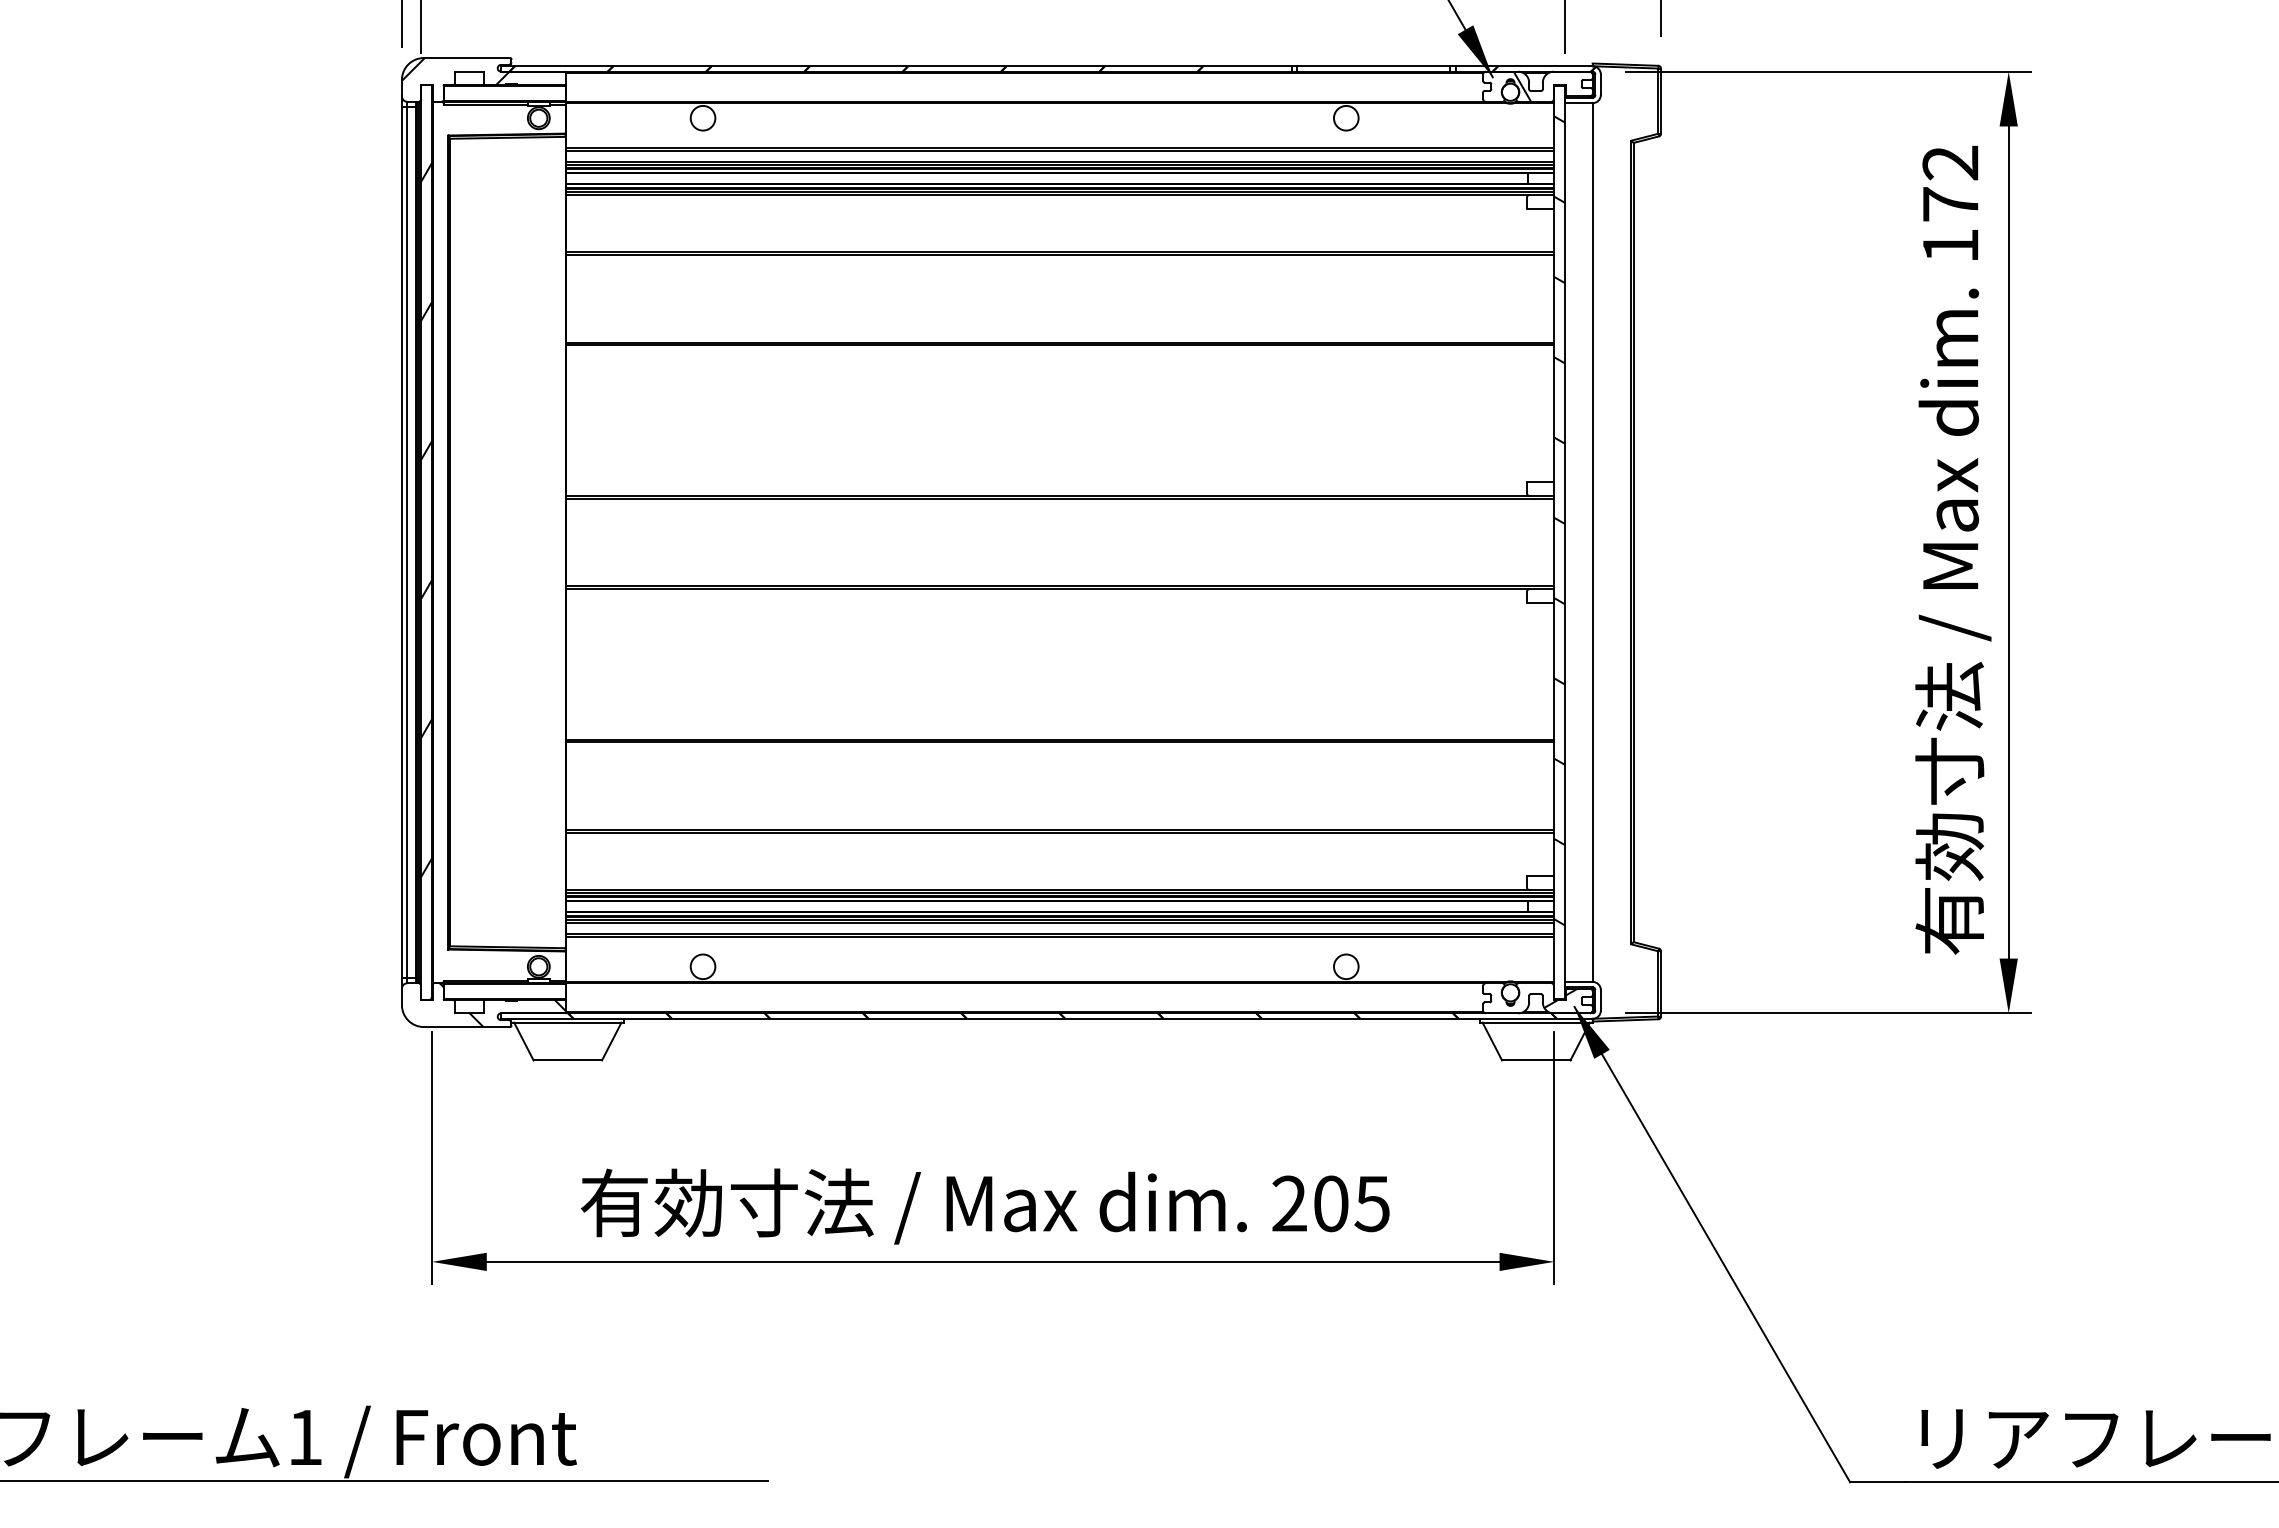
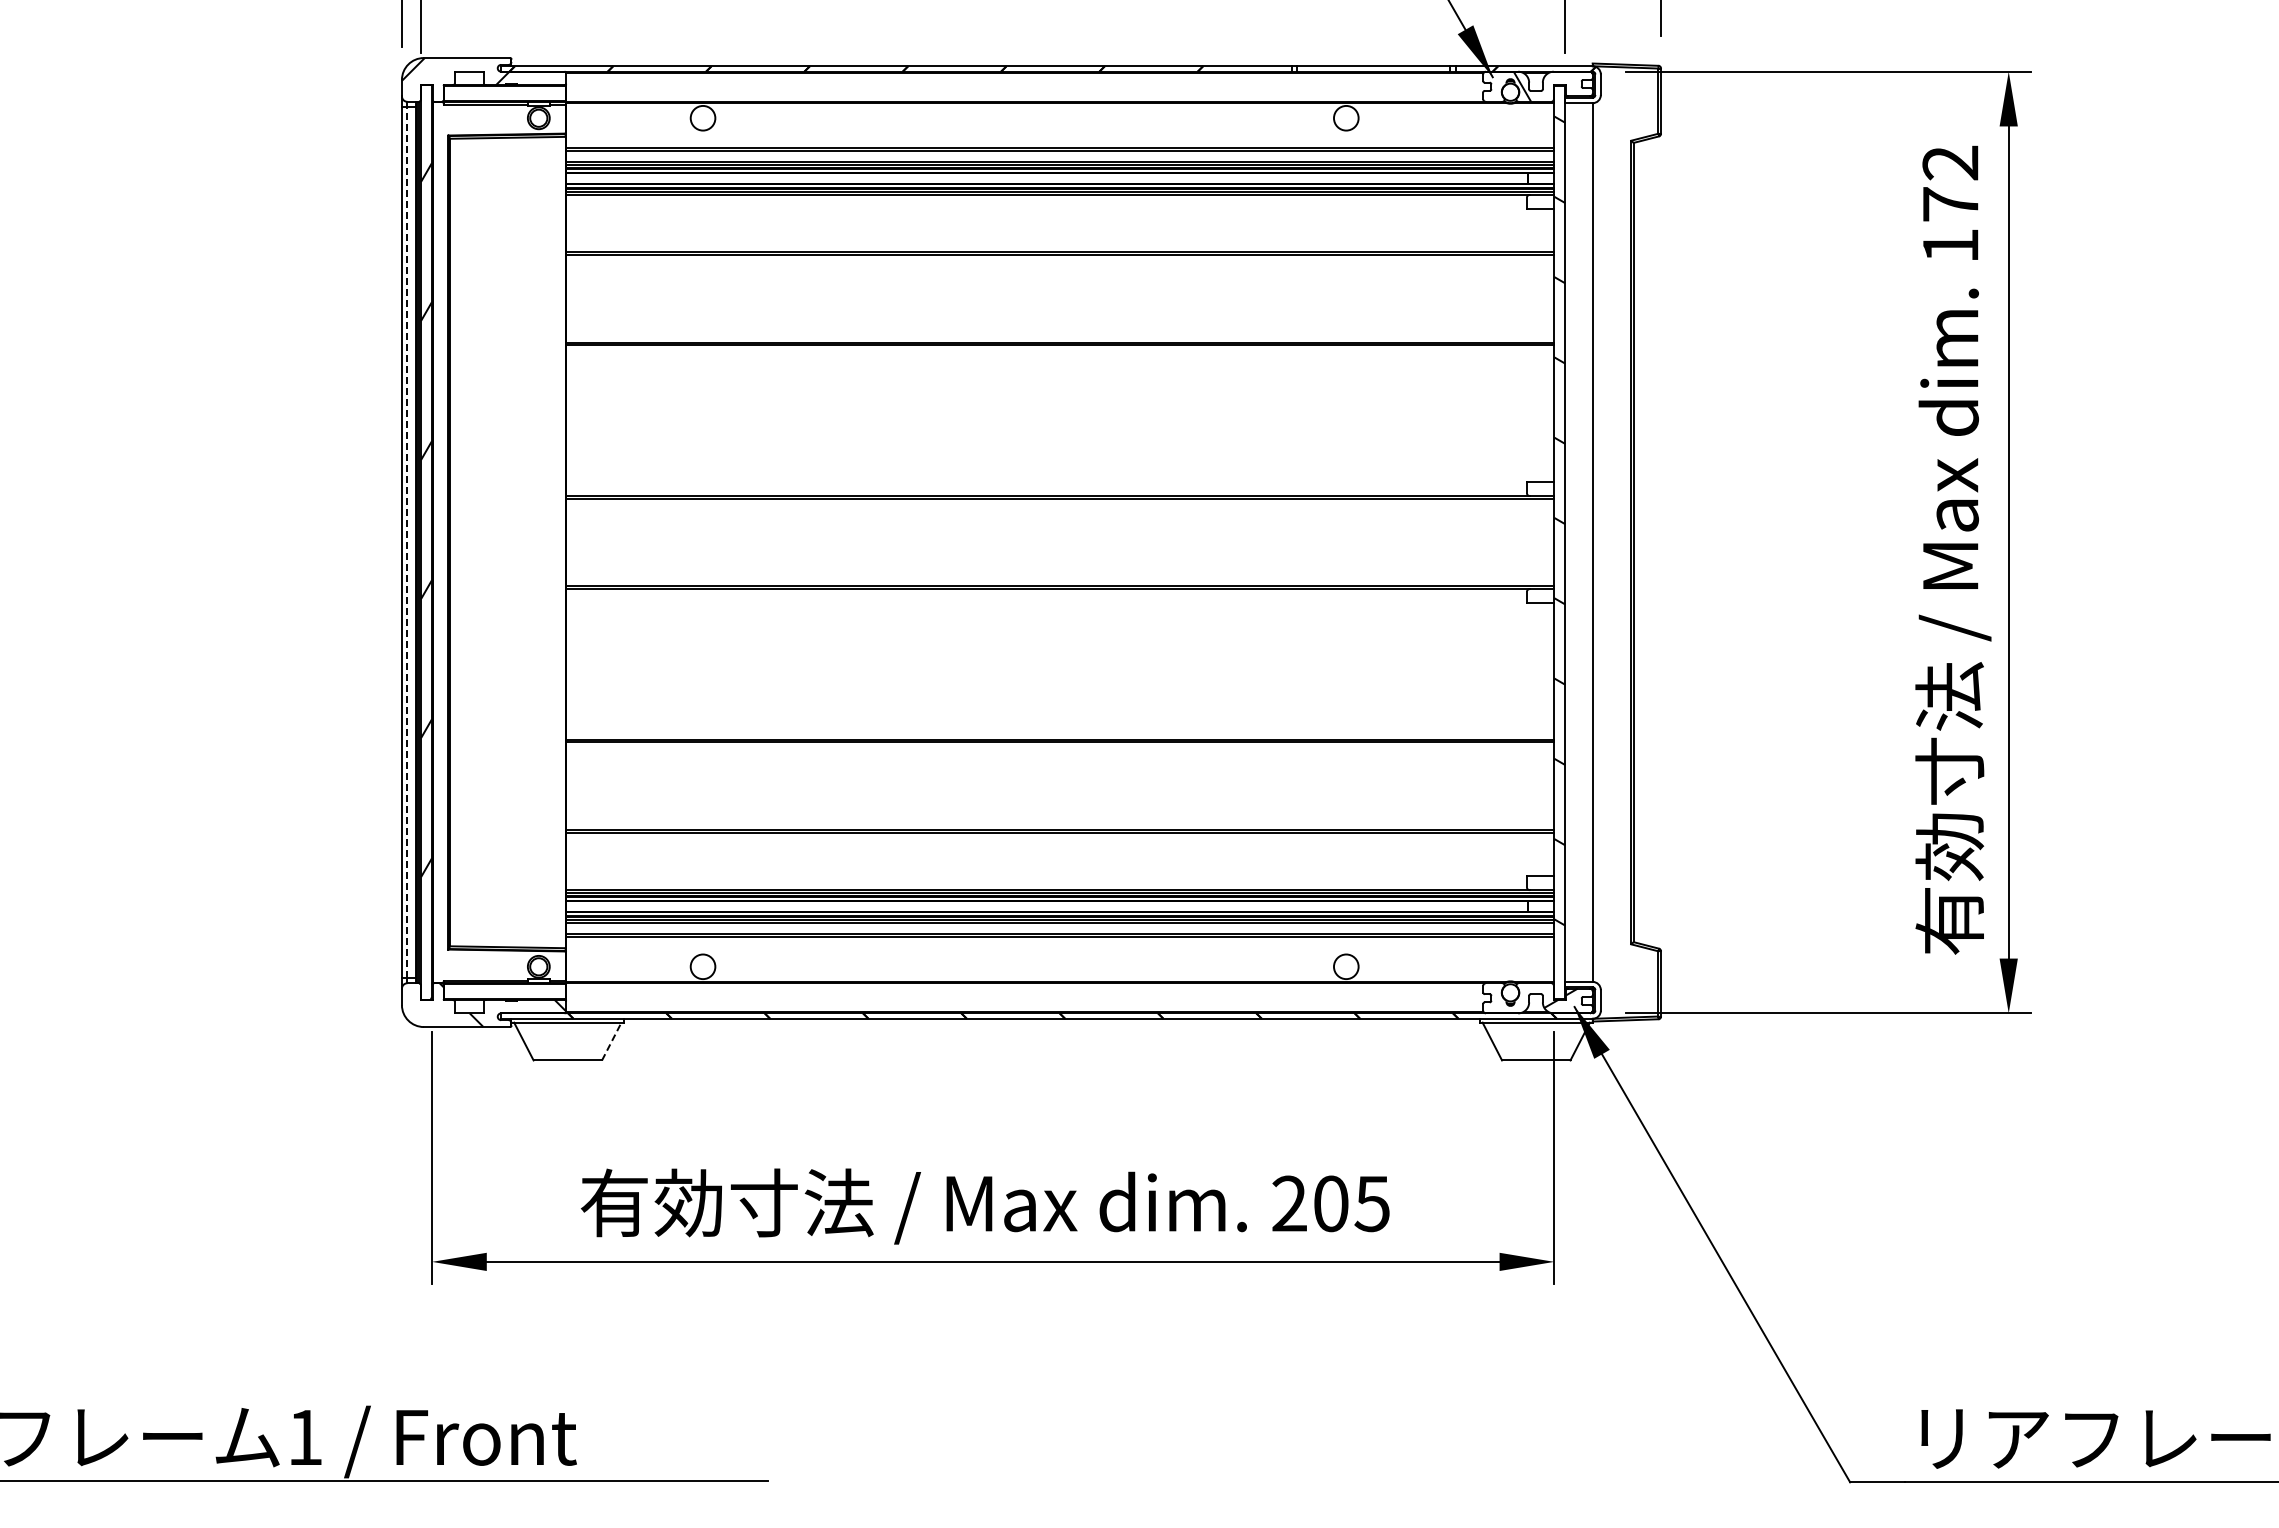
line at (407, 542): solid -> dashed
line at (611, 1041): solid -> dashed
